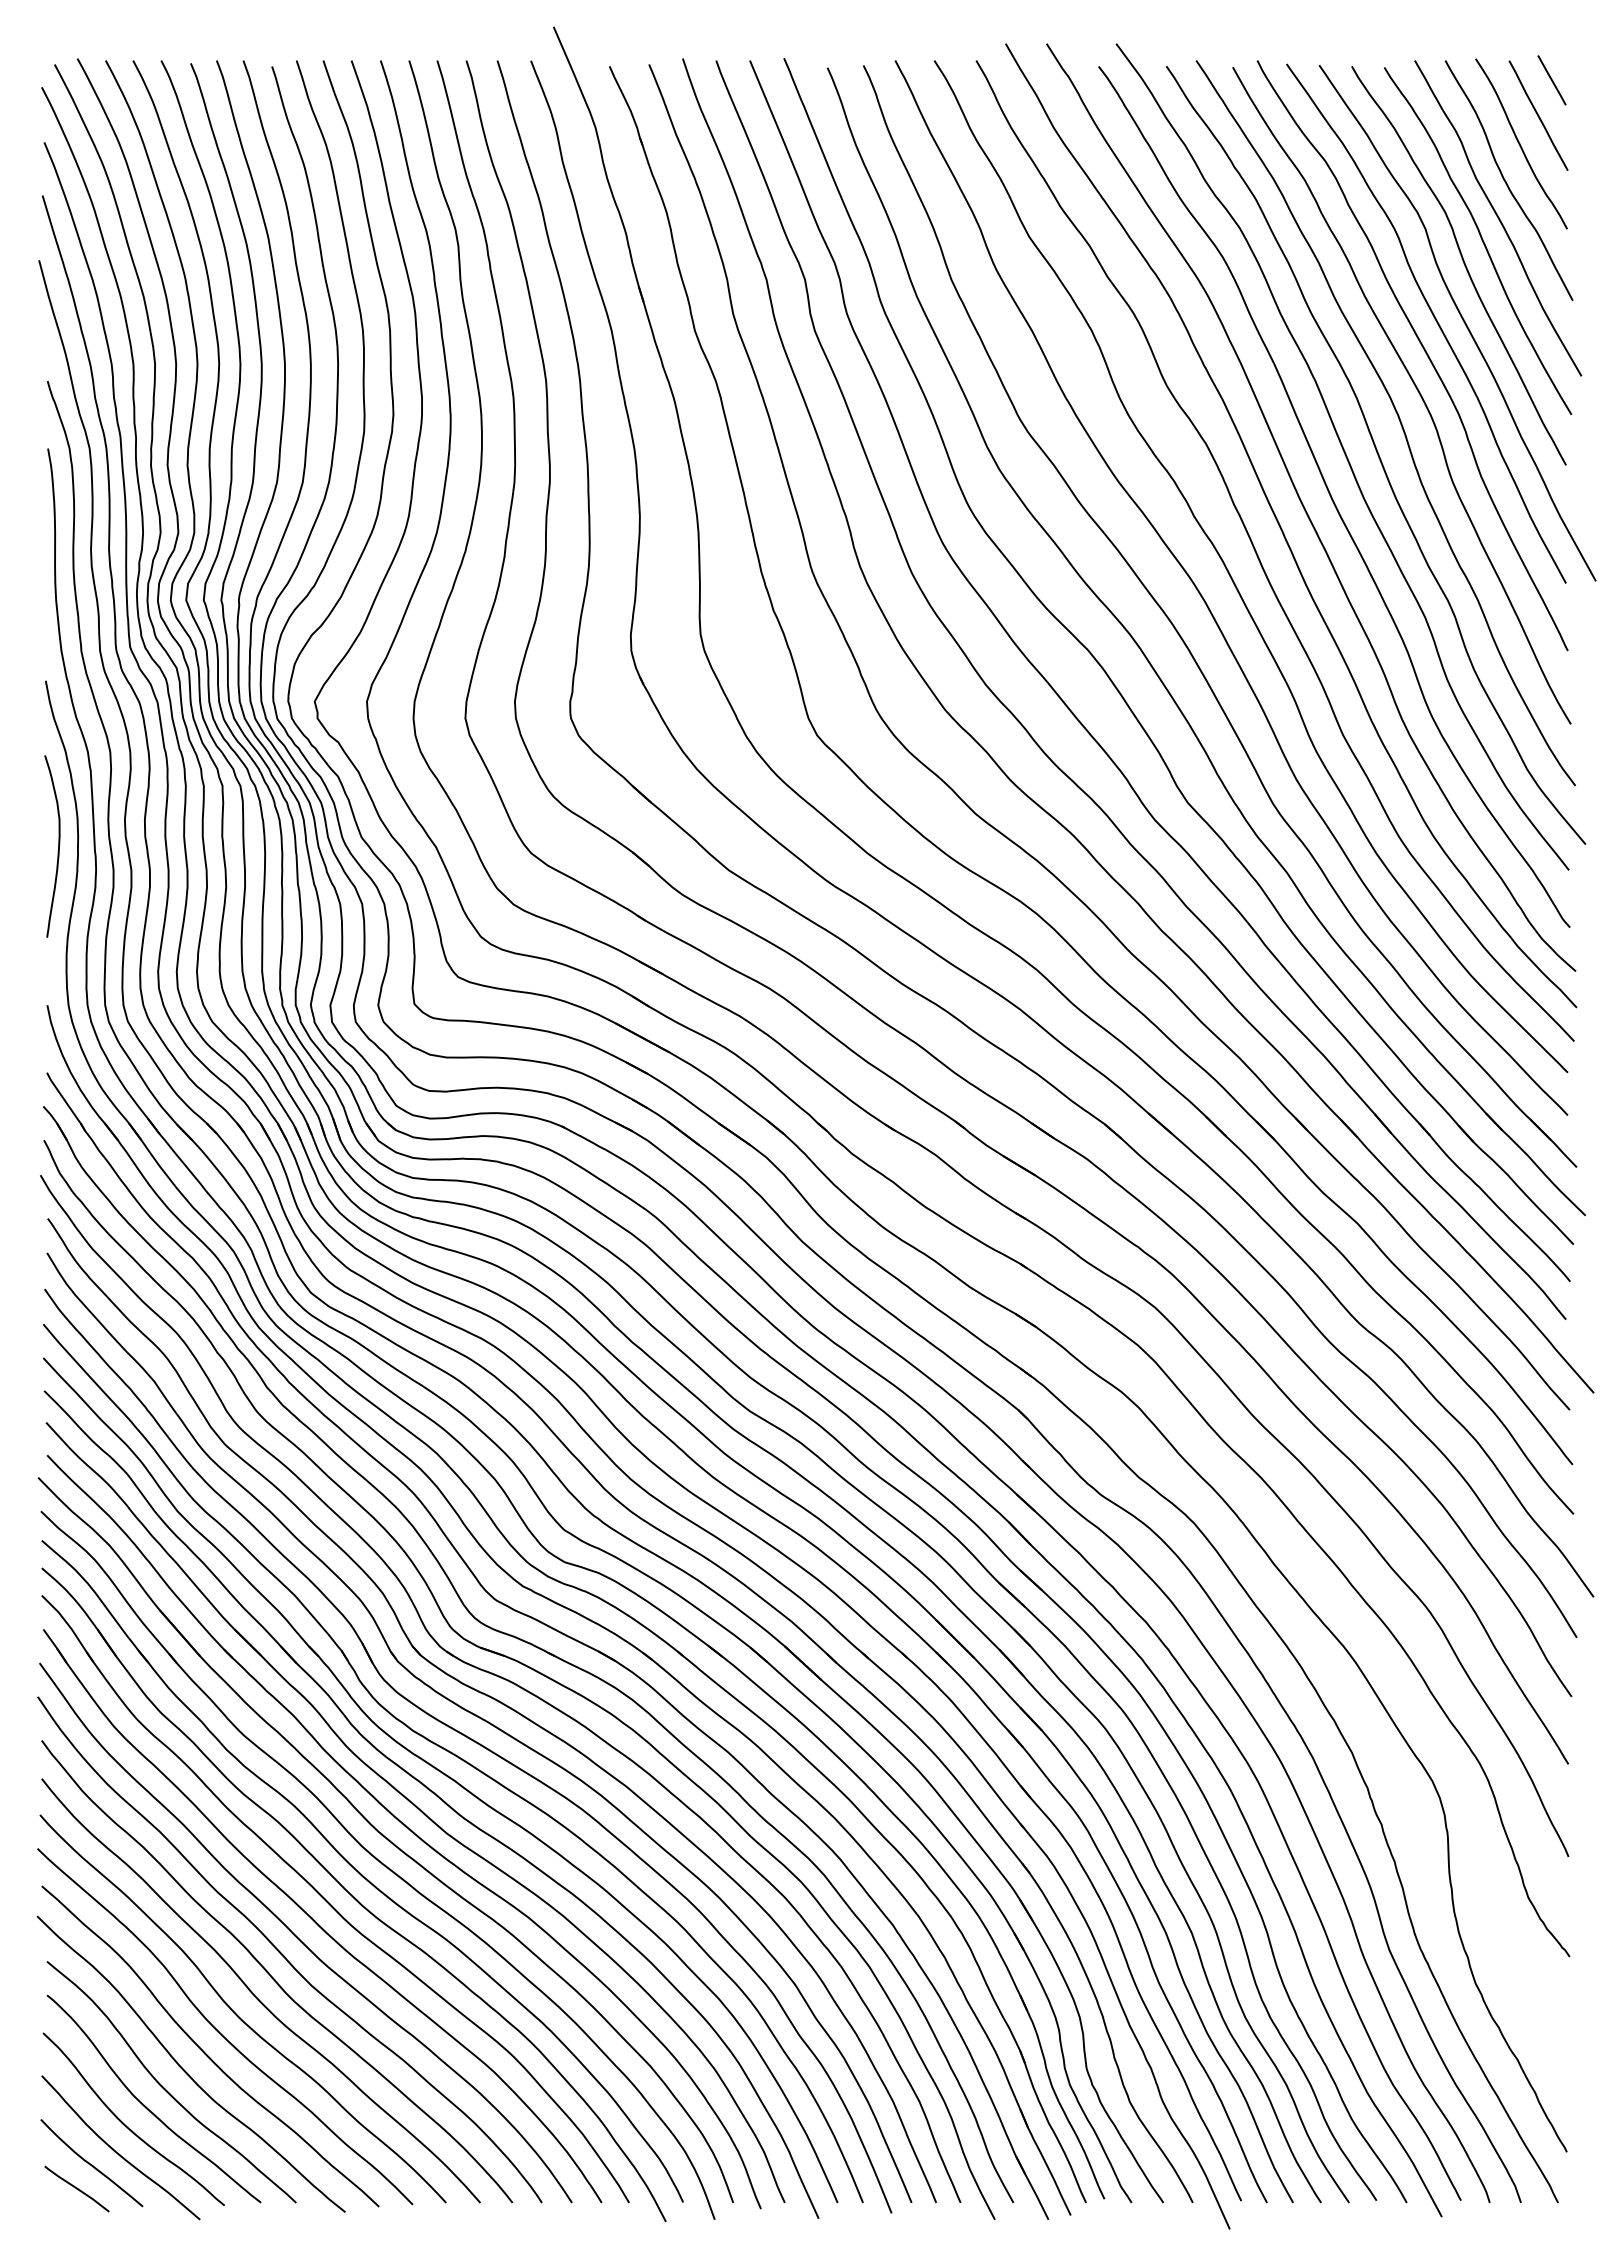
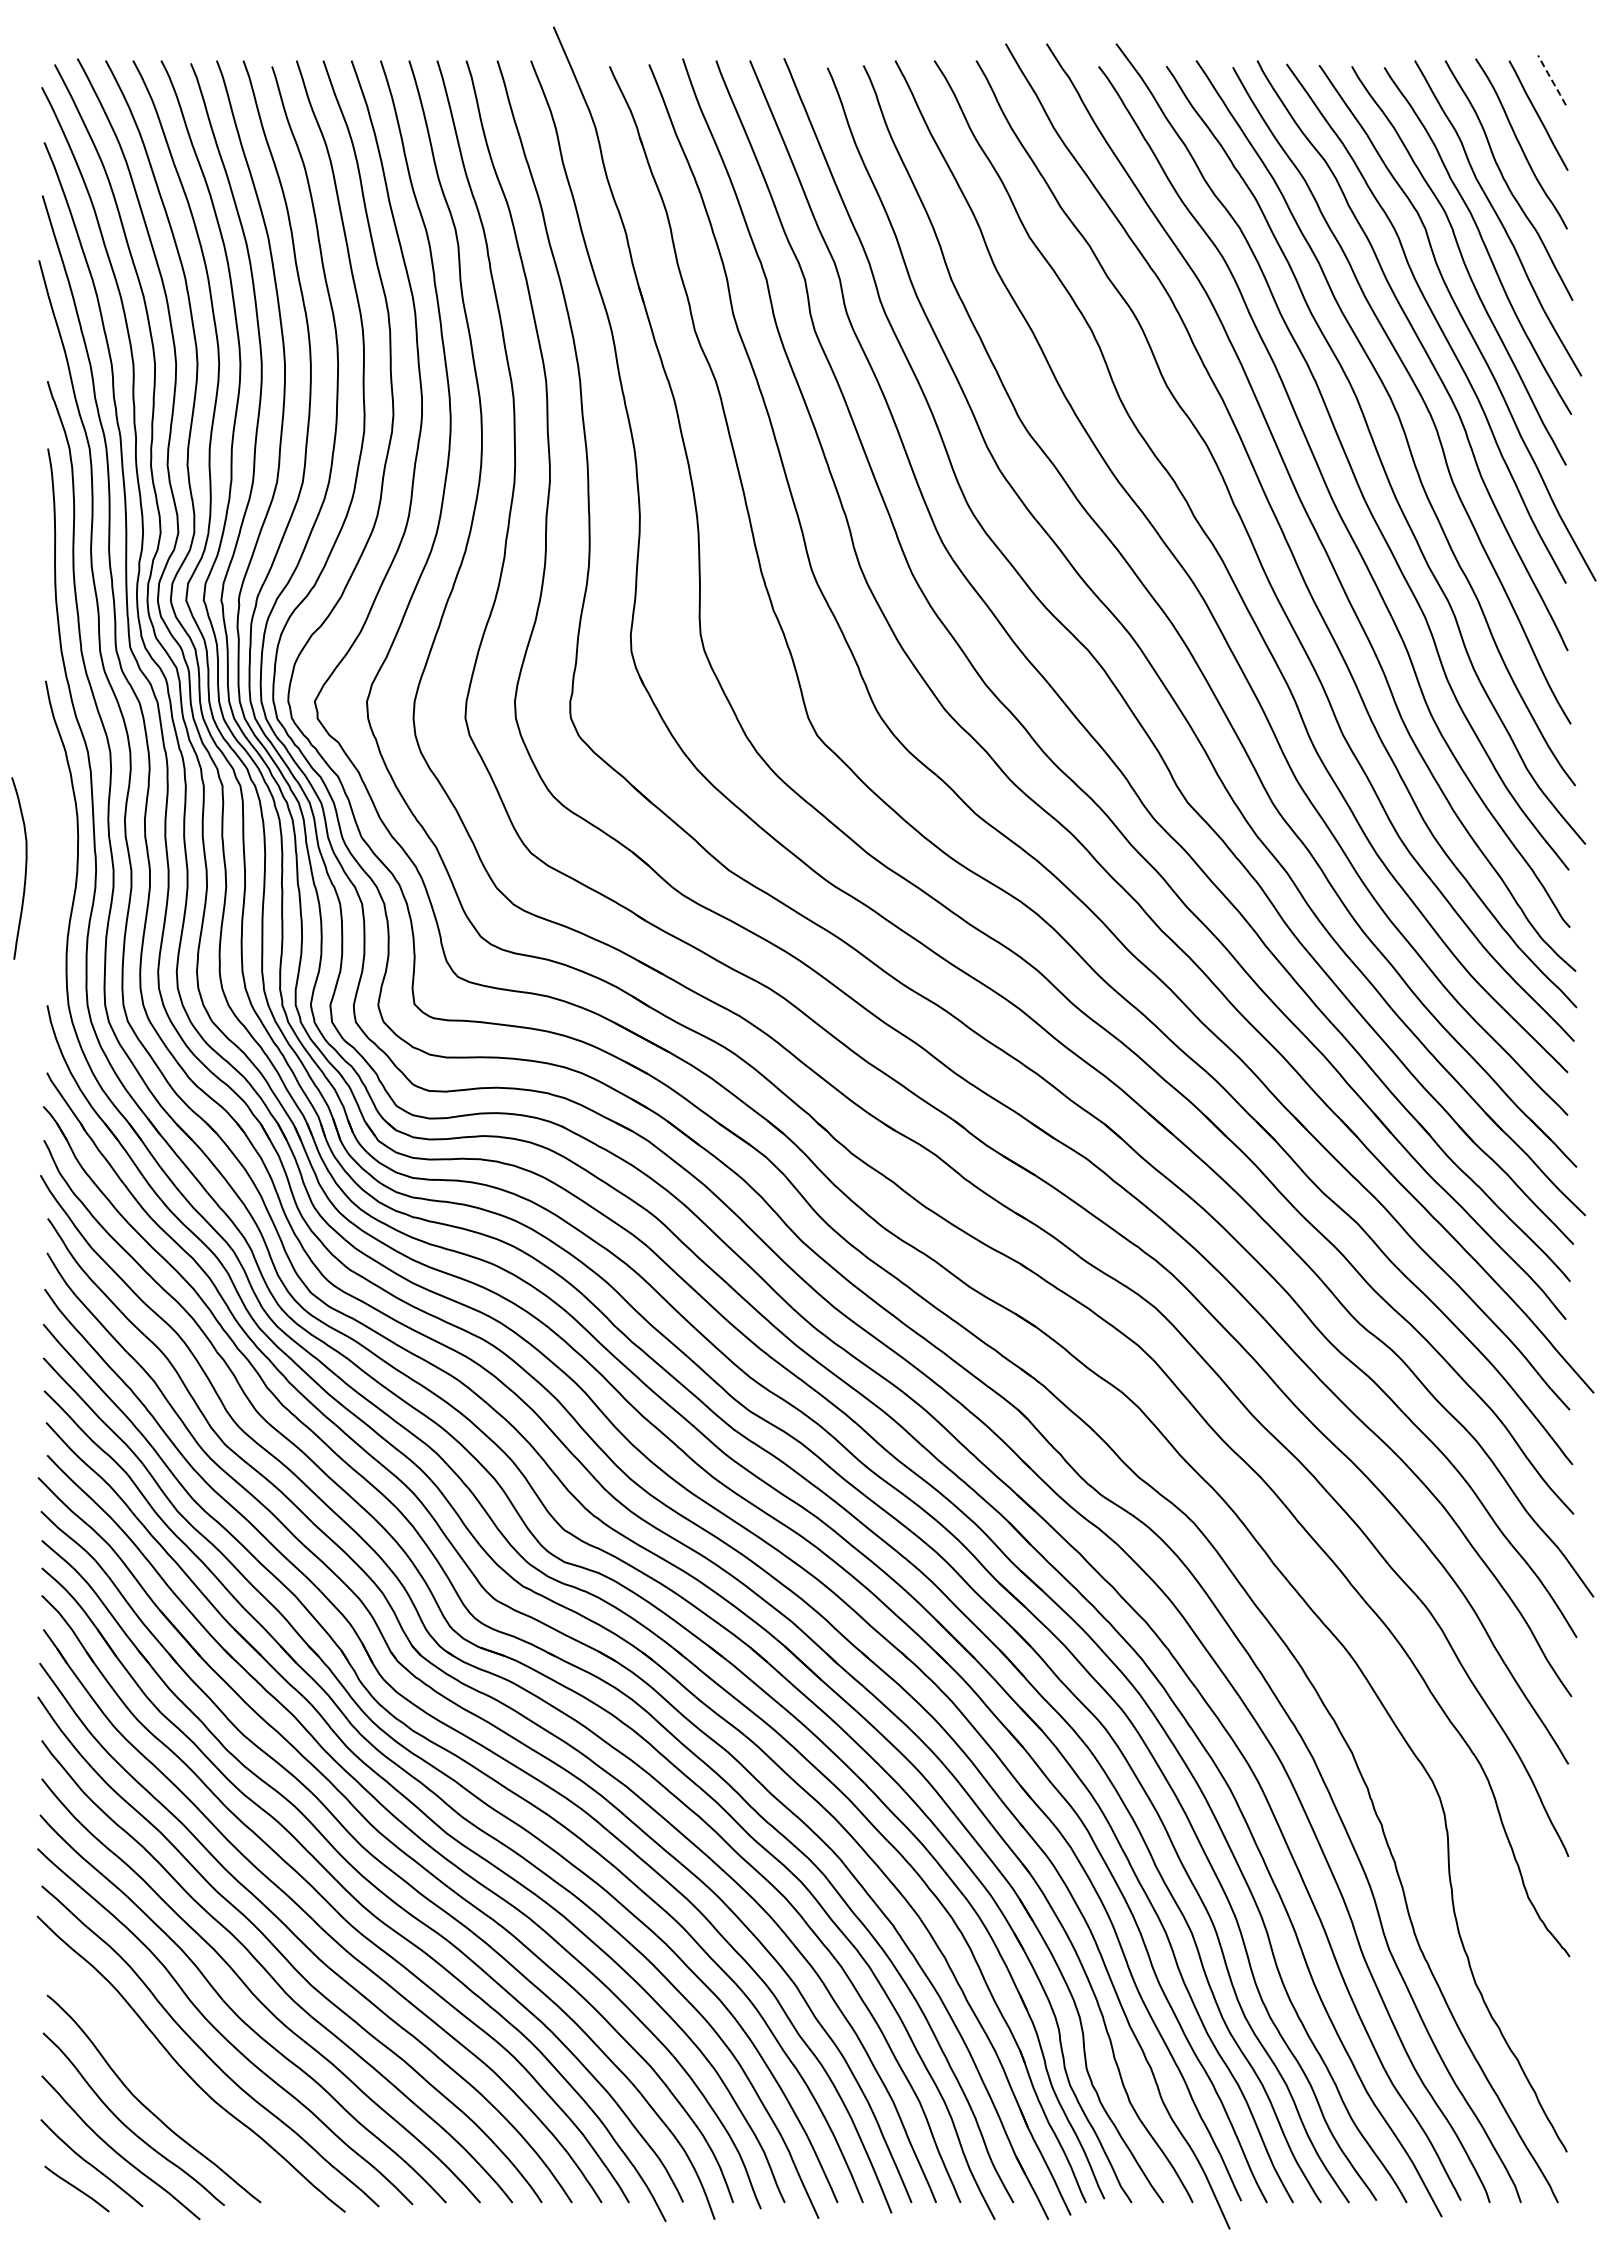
line at (1552, 80): solid -> dashed
curve at (58, 846) position: (58, 846) -> (25, 868)
curve at (165, 2088): present -> none
